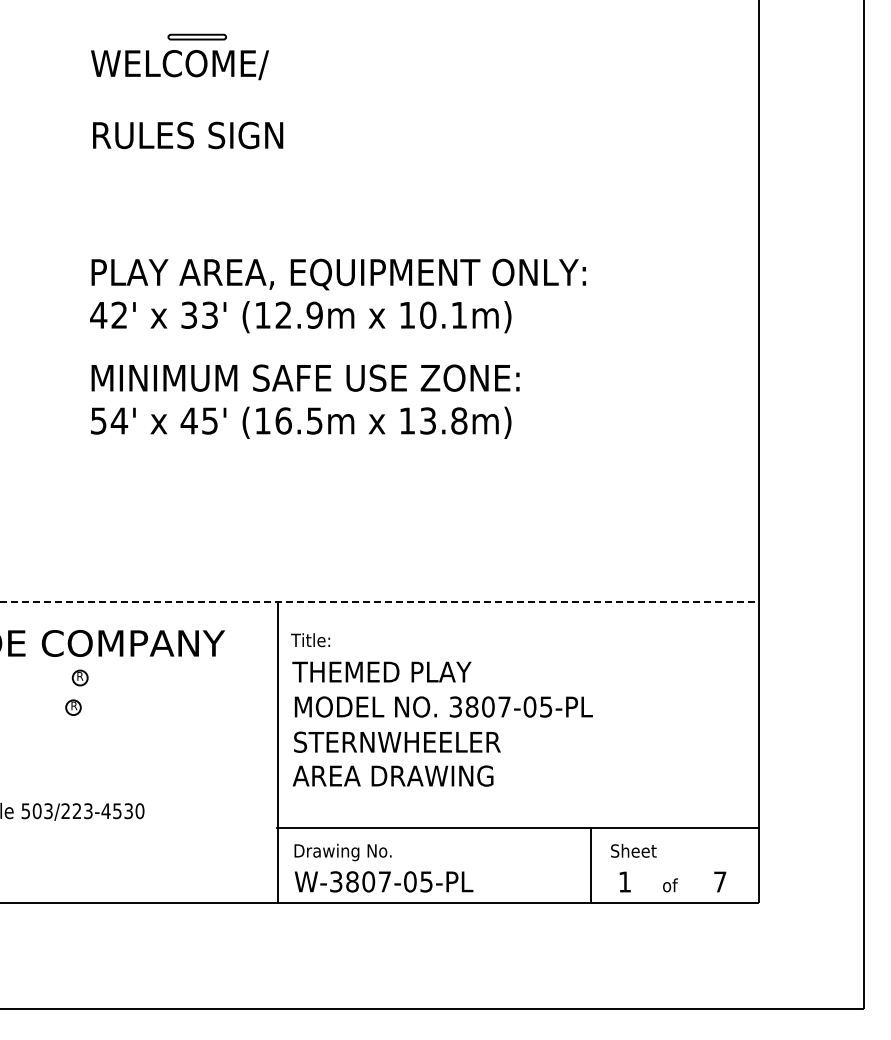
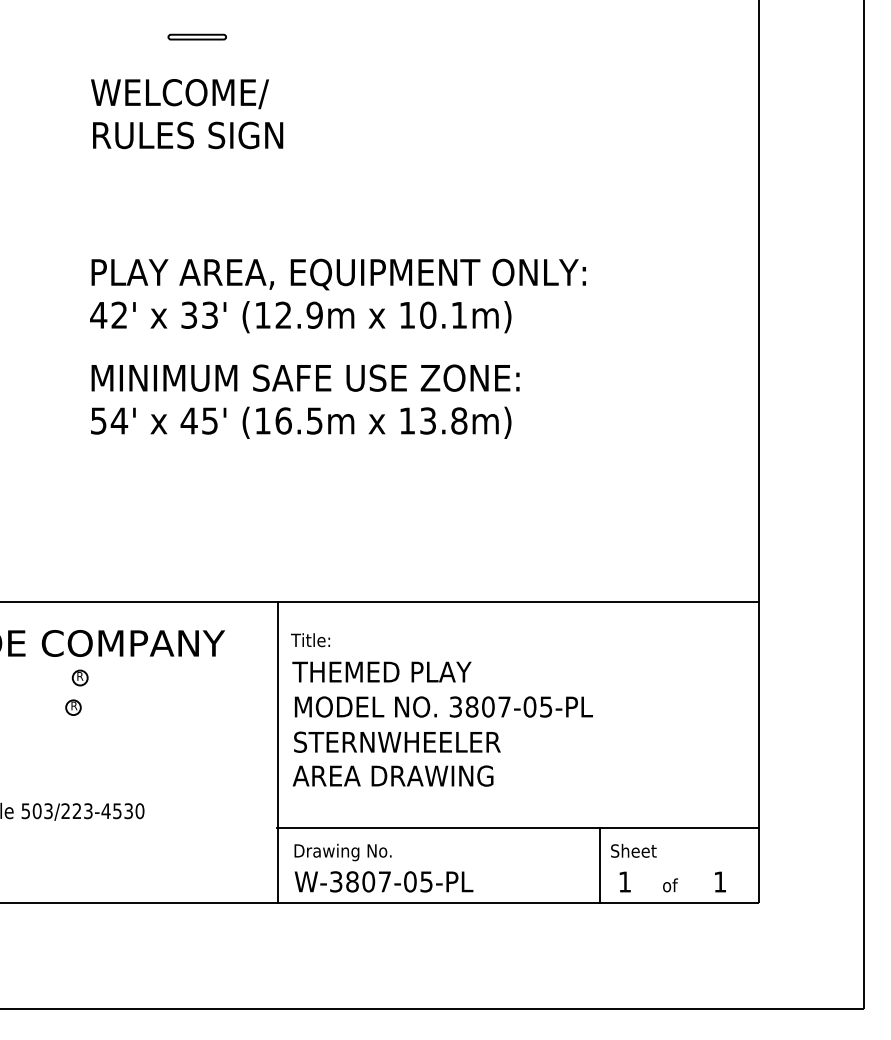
text at (179, 65) position: (179, 65) -> (179, 94)
line at (379, 601): dashed -> solid
line at (590, 865) position: (590, 865) -> (599, 865)
text at (720, 881): 7 -> 1
